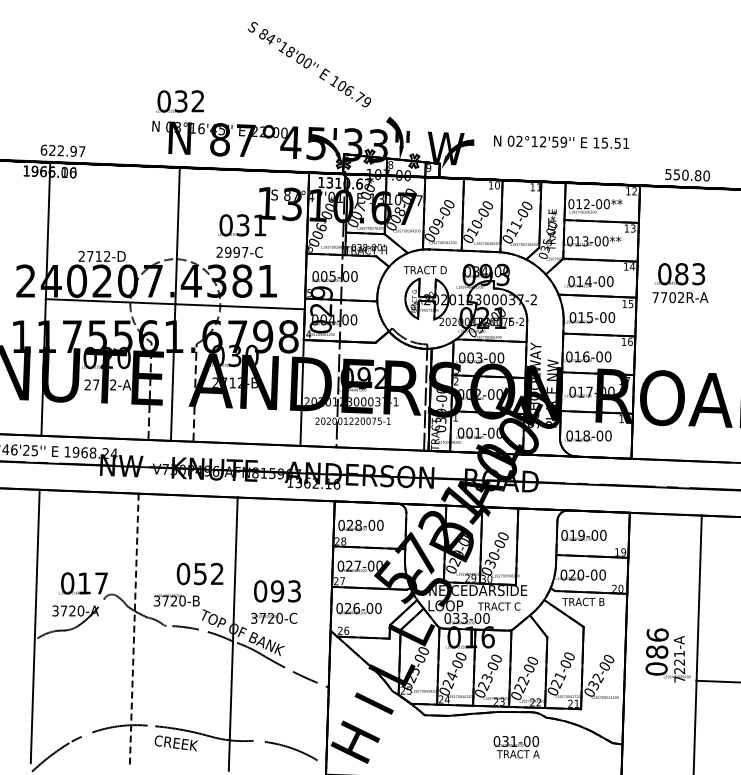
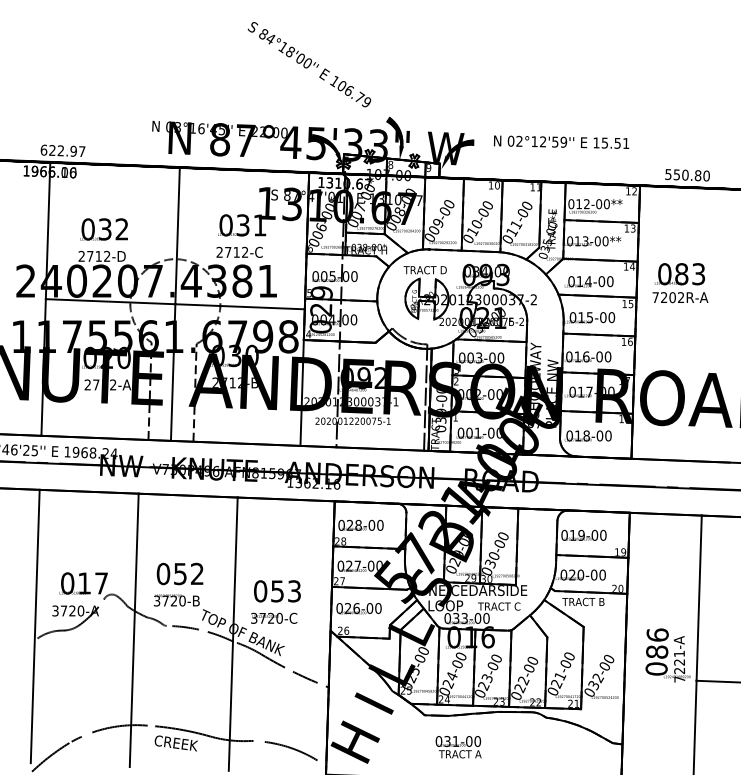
text at (179, 101) position: (179, 101) -> (103, 229)
text at (236, 251): 2997-C -> 2712-C
text at (664, 297): 7702R-A -> 7202R-A
text at (199, 573) position: (199, 573) -> (179, 573)
text at (277, 591): 093 -> 053
line at (134, 630): dashed -> solid
text at (516, 747) position: (516, 747) -> (458, 747)
